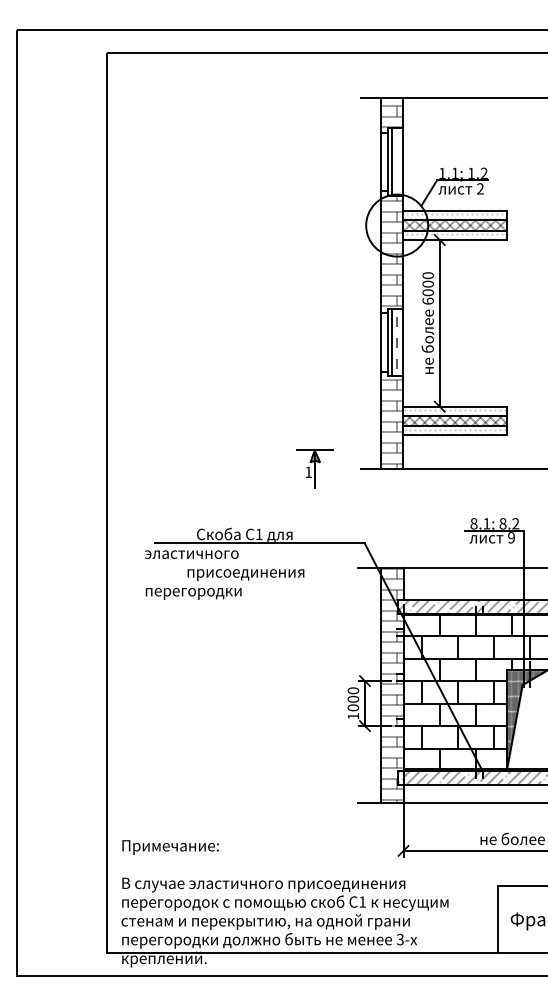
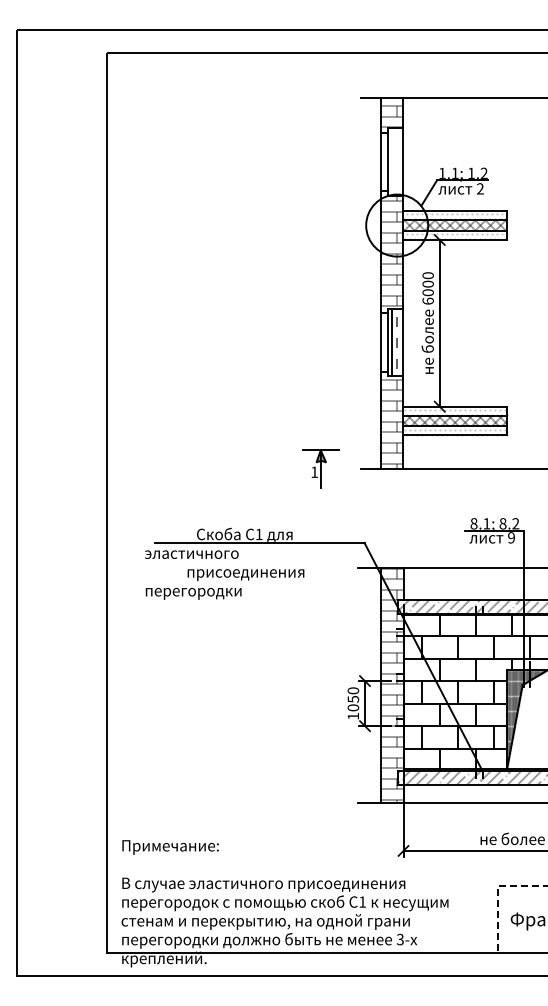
line at (392, 161): present -> none
part at (314, 468) position: (314, 468) -> (320, 468)
text at (353, 698): 1000 -> 1050
line at (498, 894): solid -> dashed
